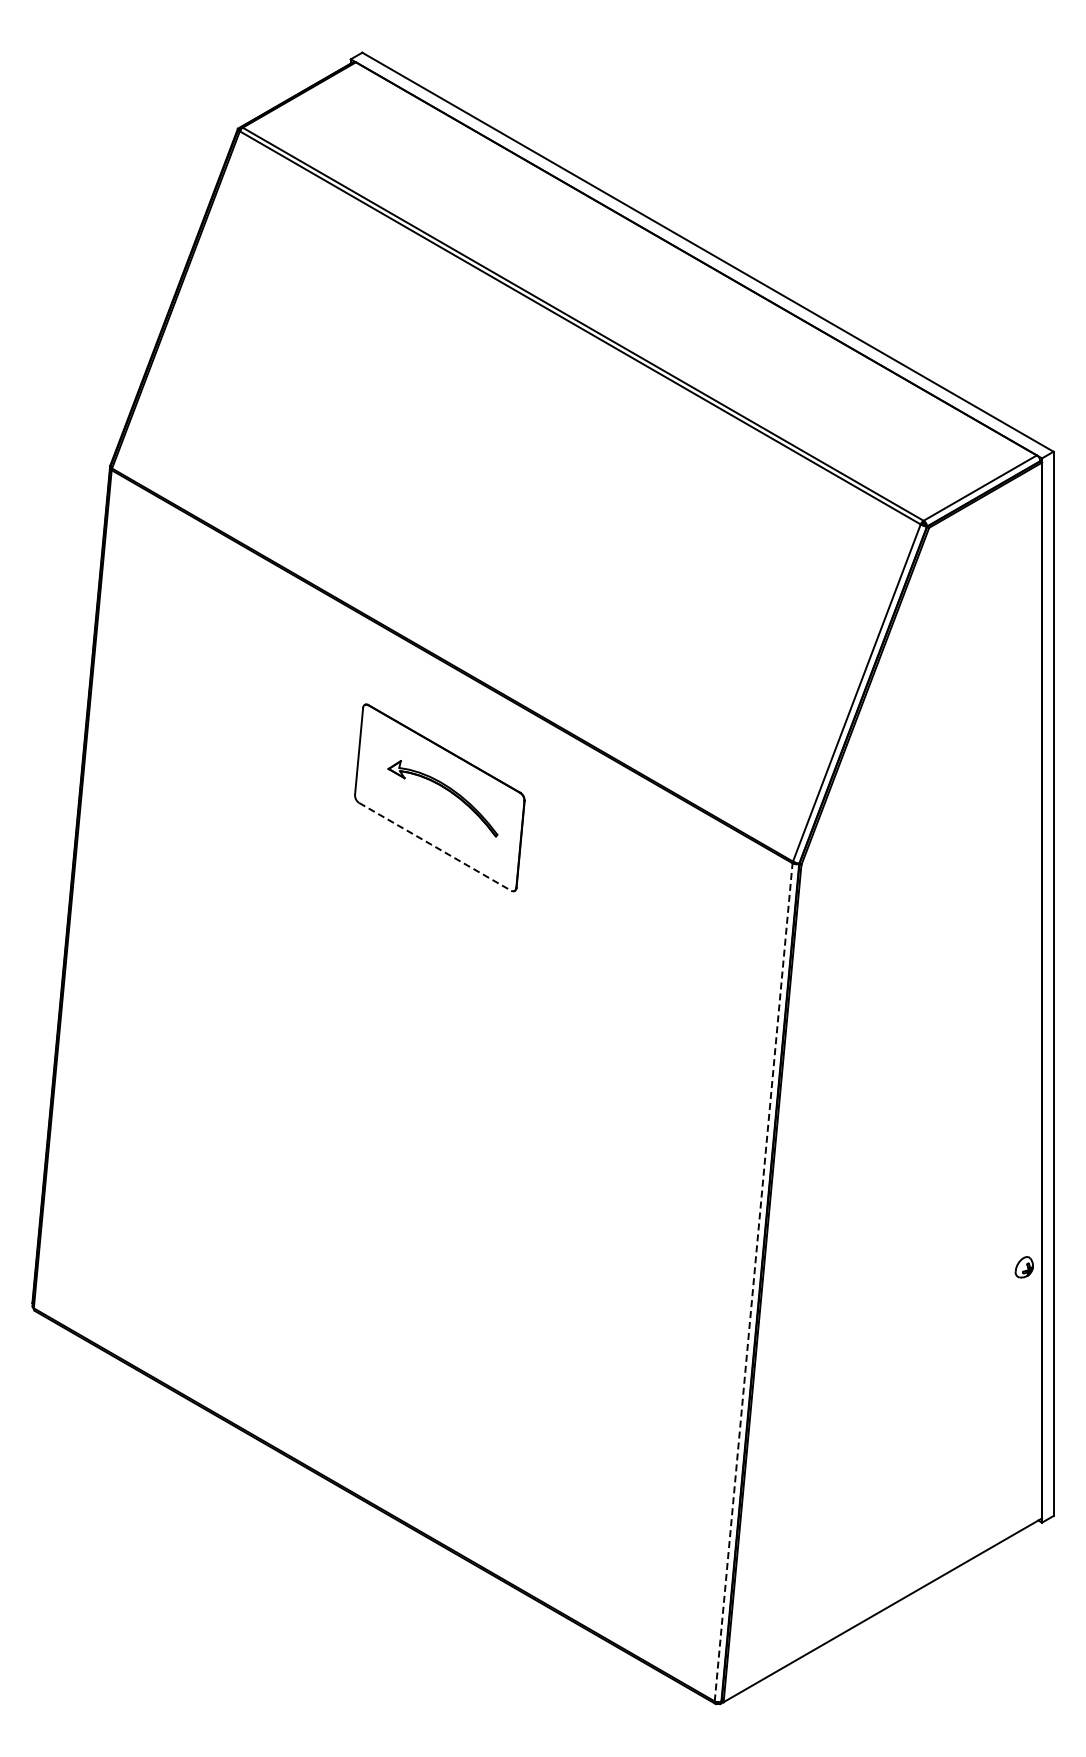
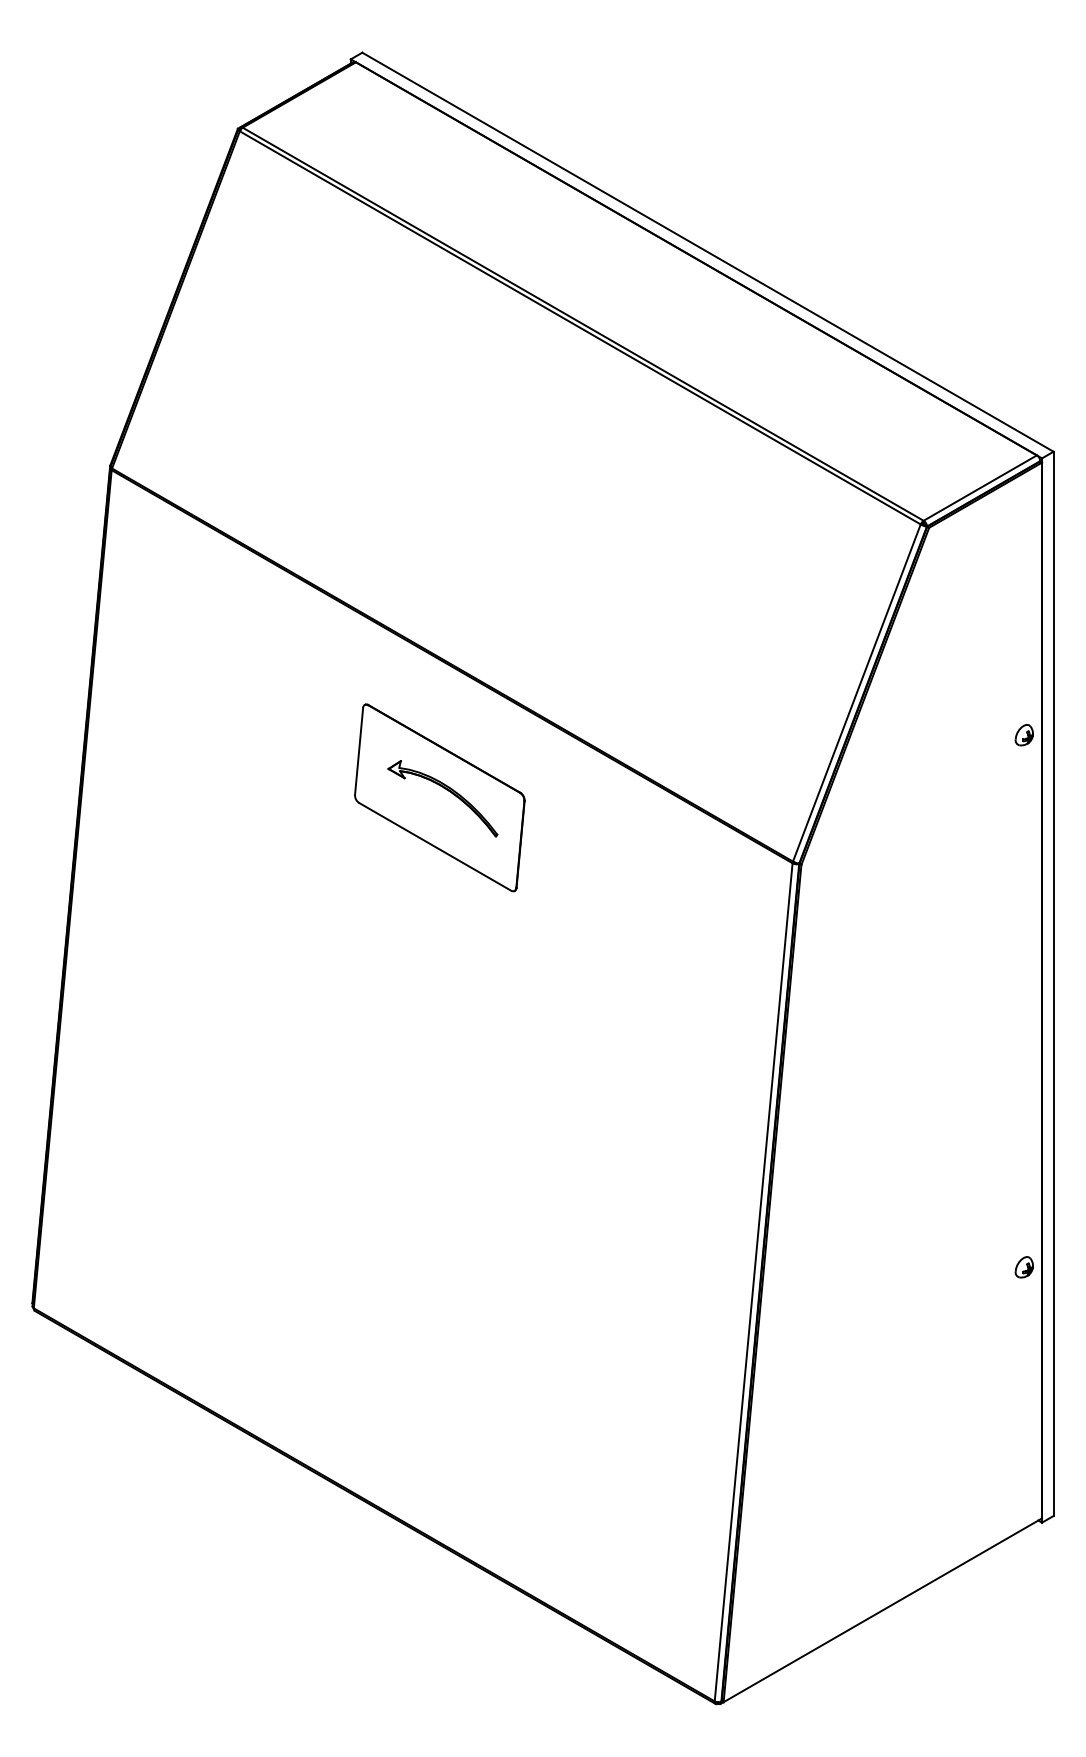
part at (1023, 735): none -> present
line at (435, 846): dashed -> solid
line at (753, 1282): dashed -> solid
